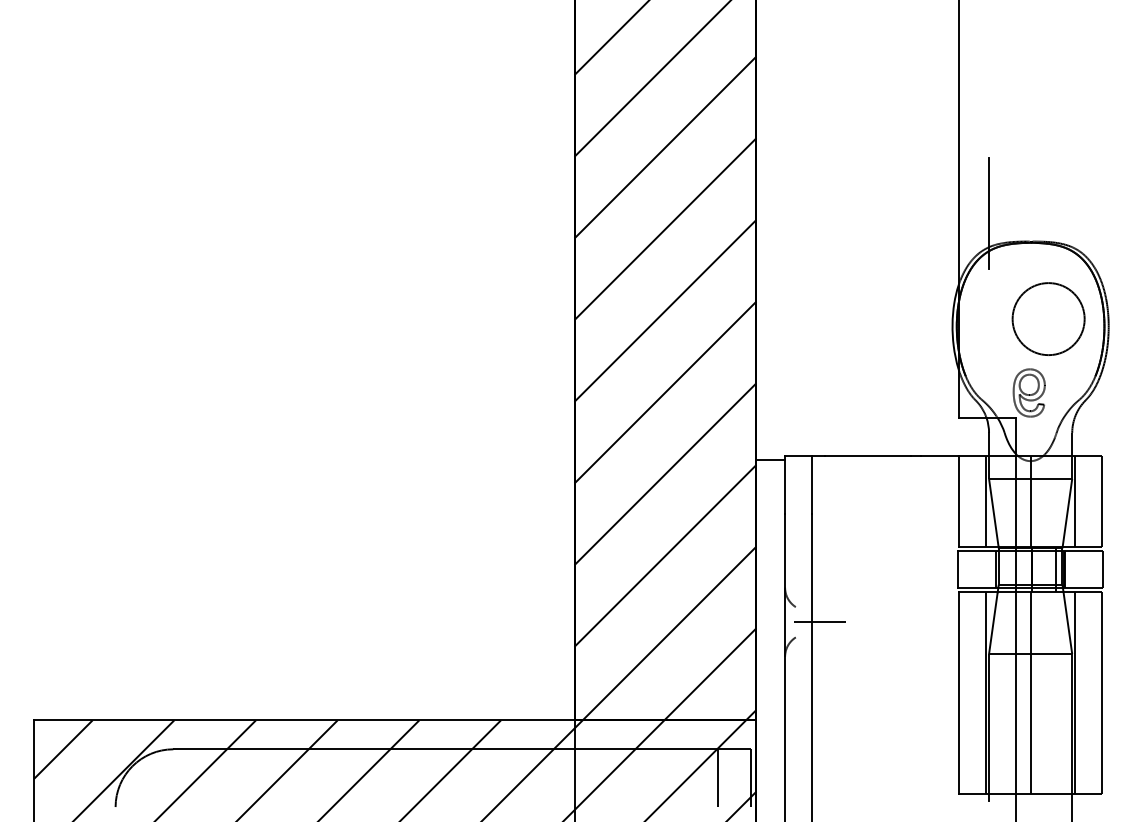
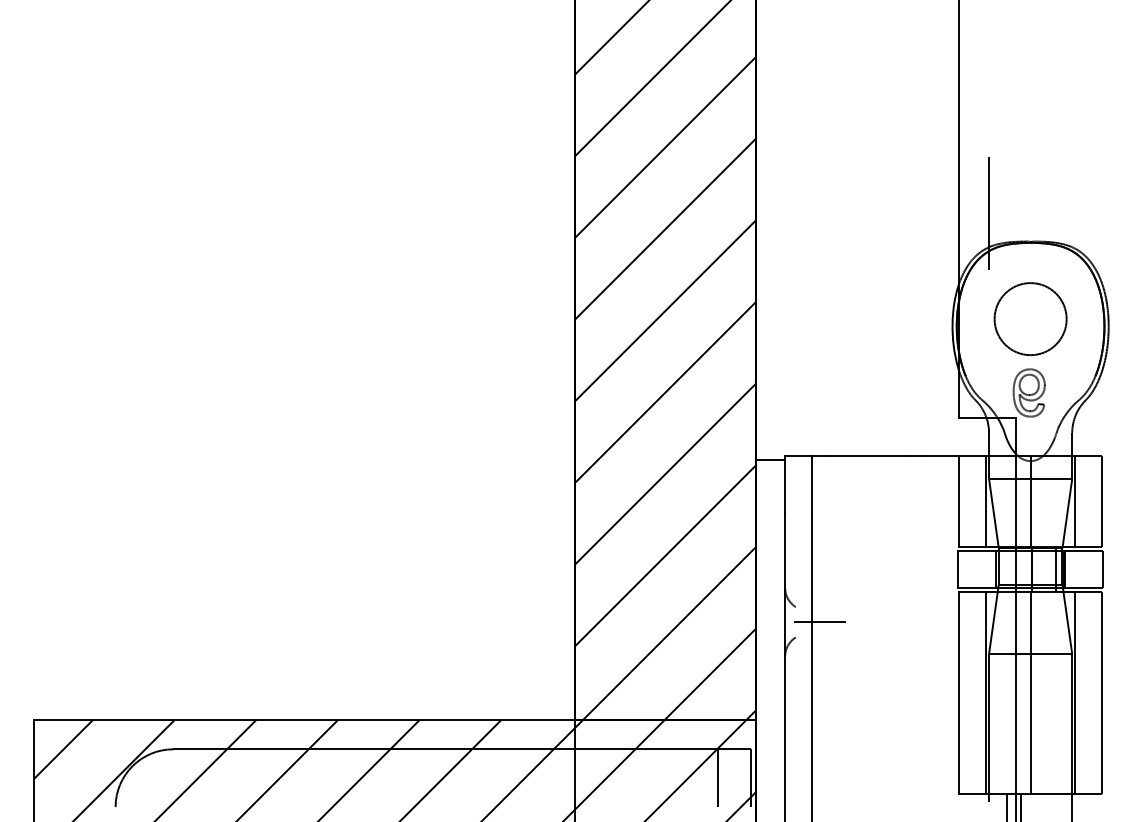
circle at (1048, 318) position: (1048, 318) -> (1030, 318)
line at (1006, 806): none -> present
line at (1021, 806): none -> present
